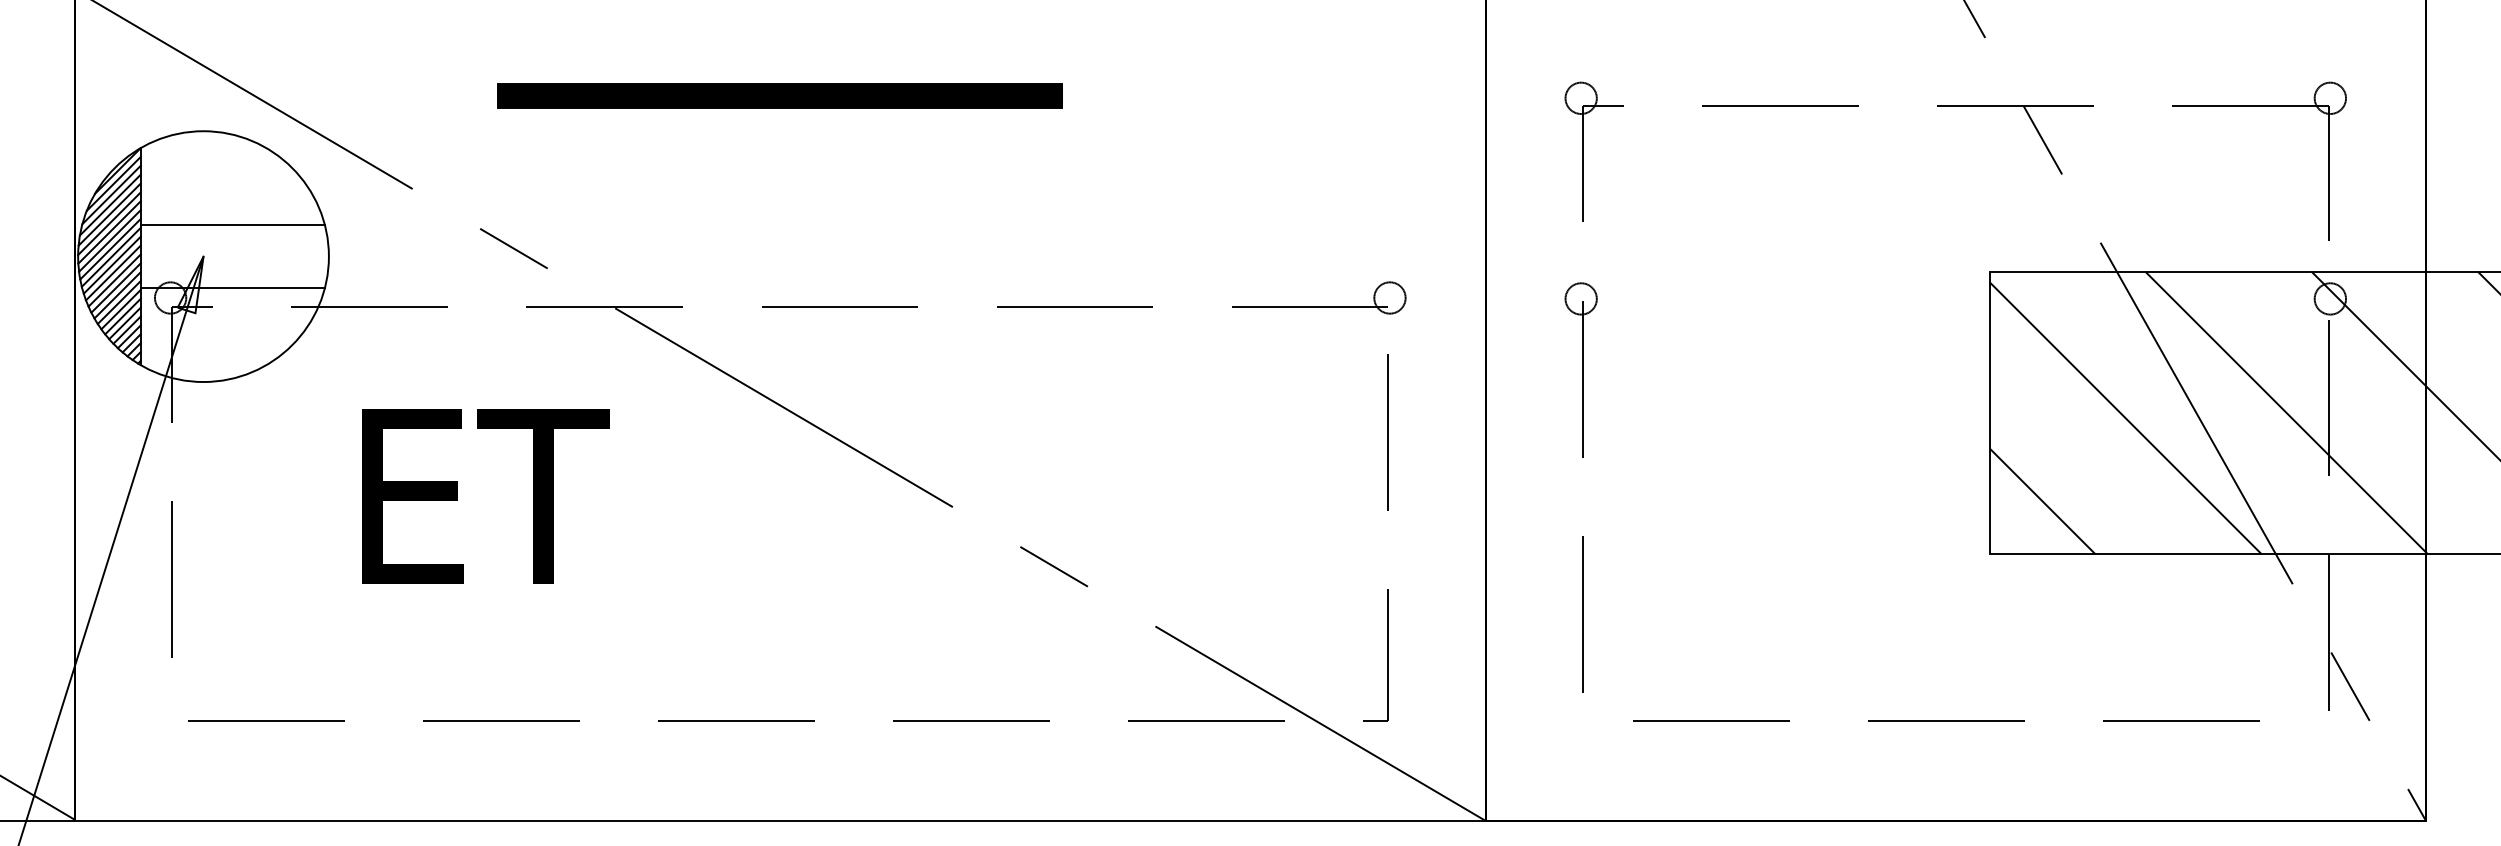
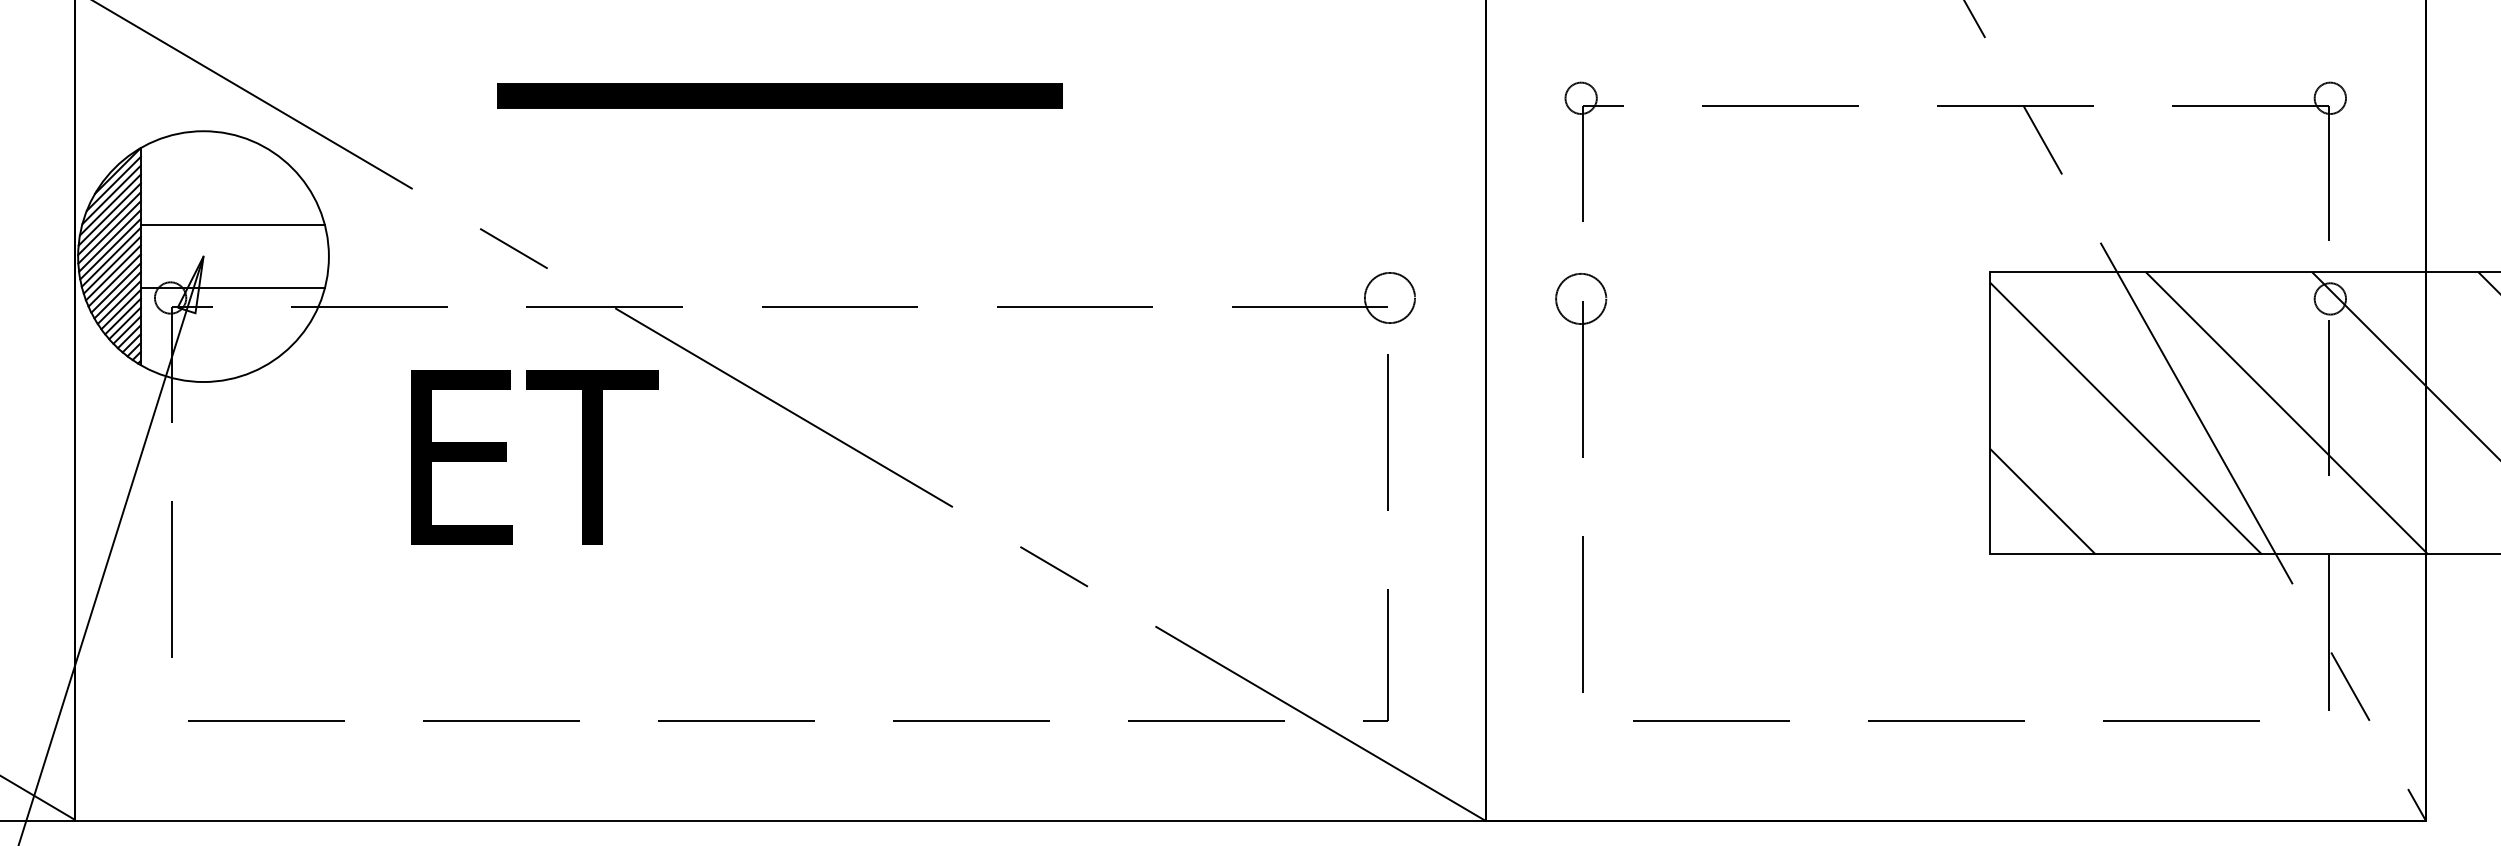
circle at (1389, 297) diameter: 31 px -> 50 px
circle at (1580, 298) diameter: 31 px -> 50 px
text at (485, 496) position: (485, 496) -> (534, 457)
